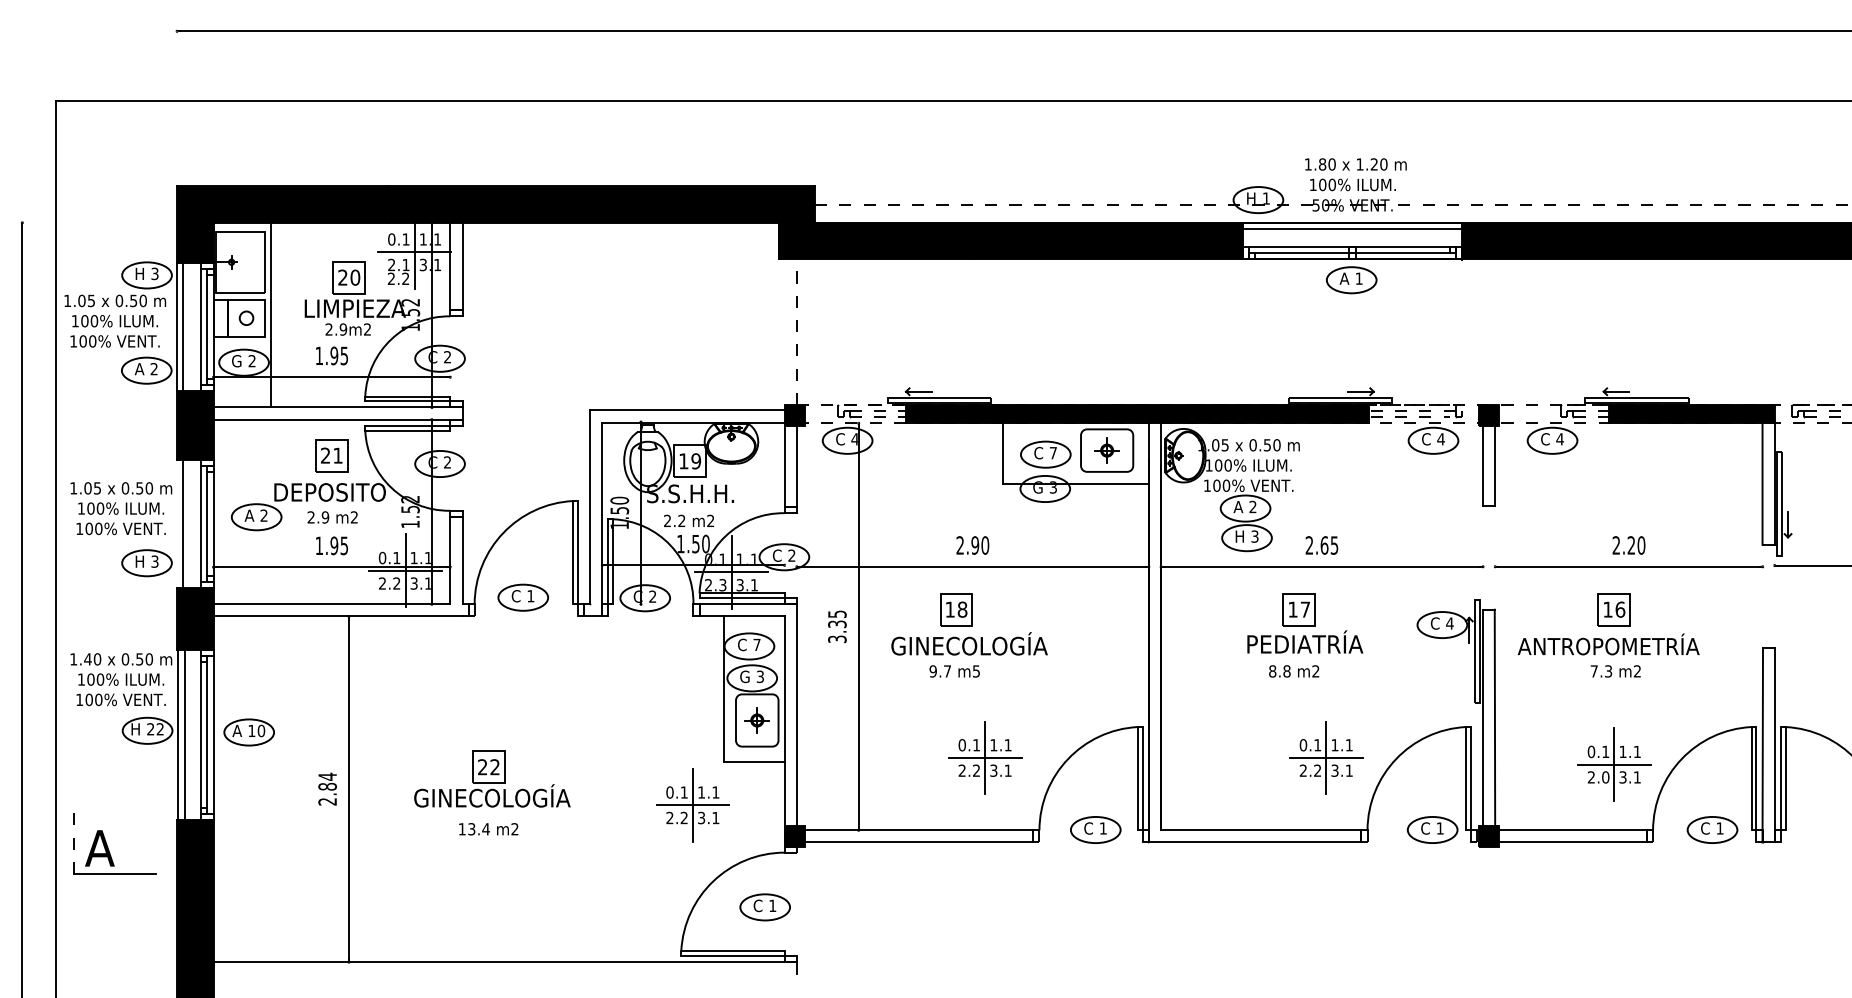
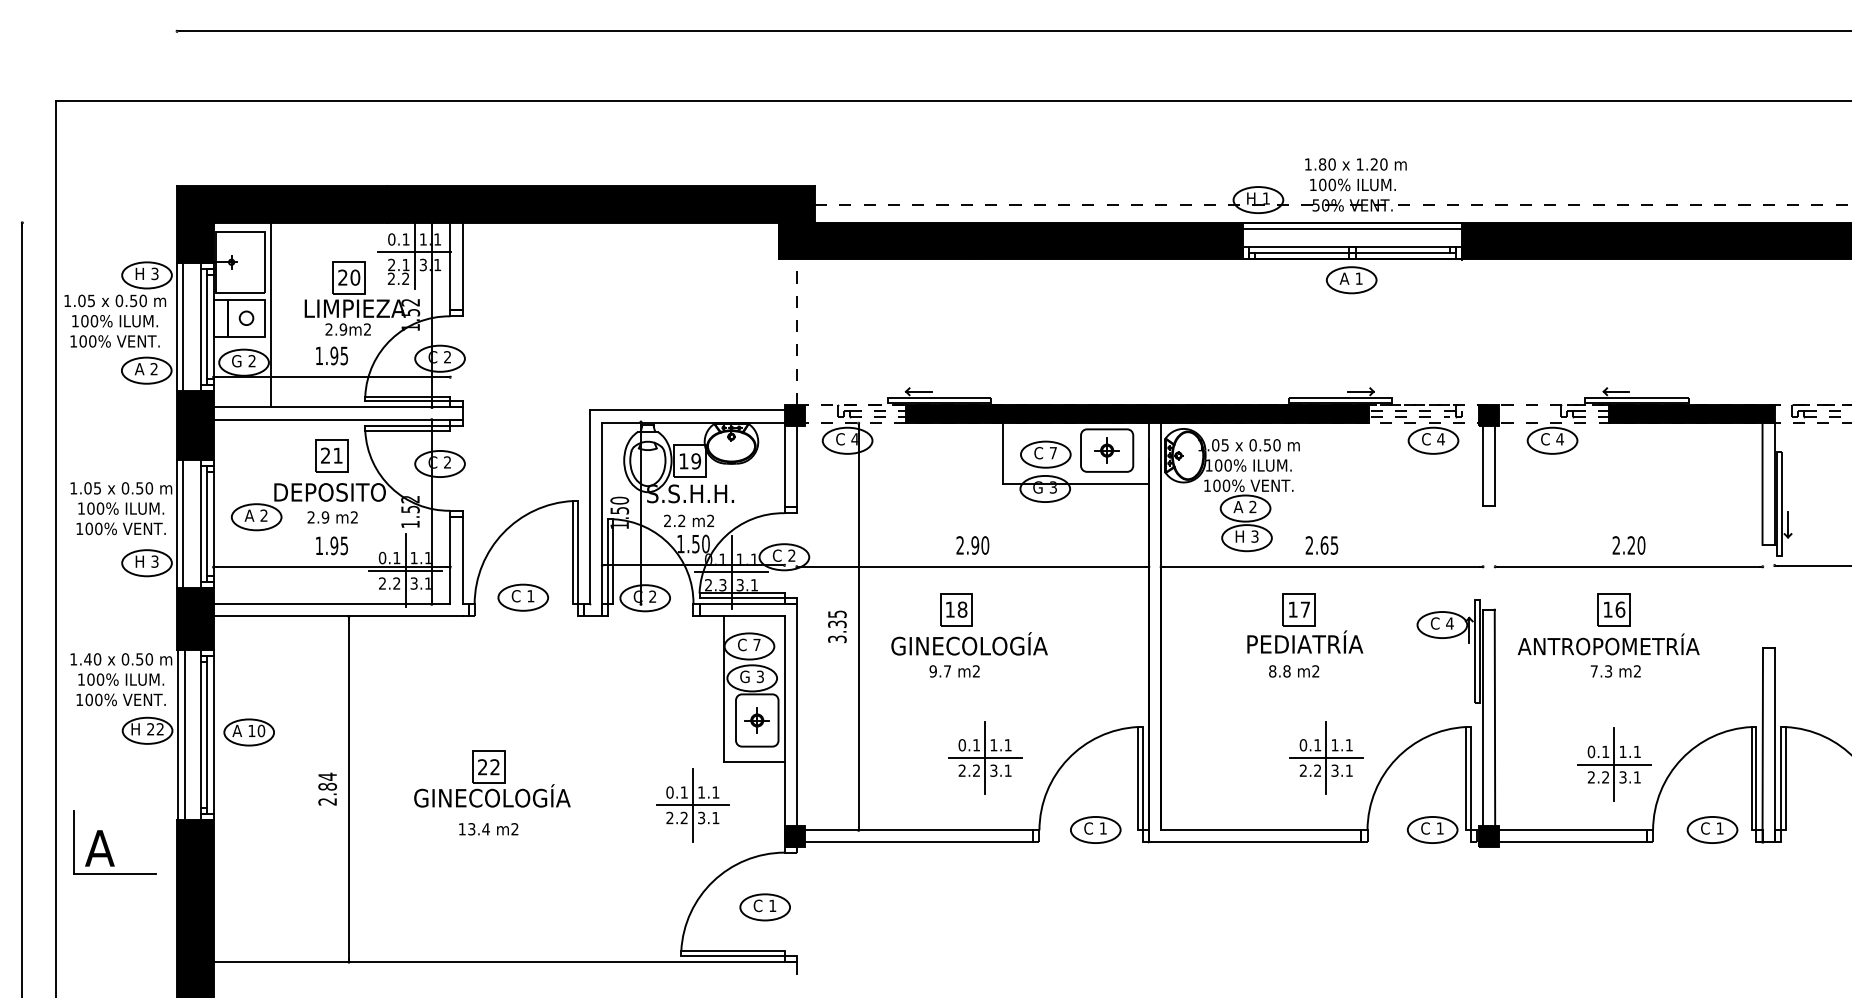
line at (177, 523): none -> present
text at (975, 671): m5 -> m2
text at (1605, 777): 2.0 -> 2.2
line at (74, 842): dashed -> solid
